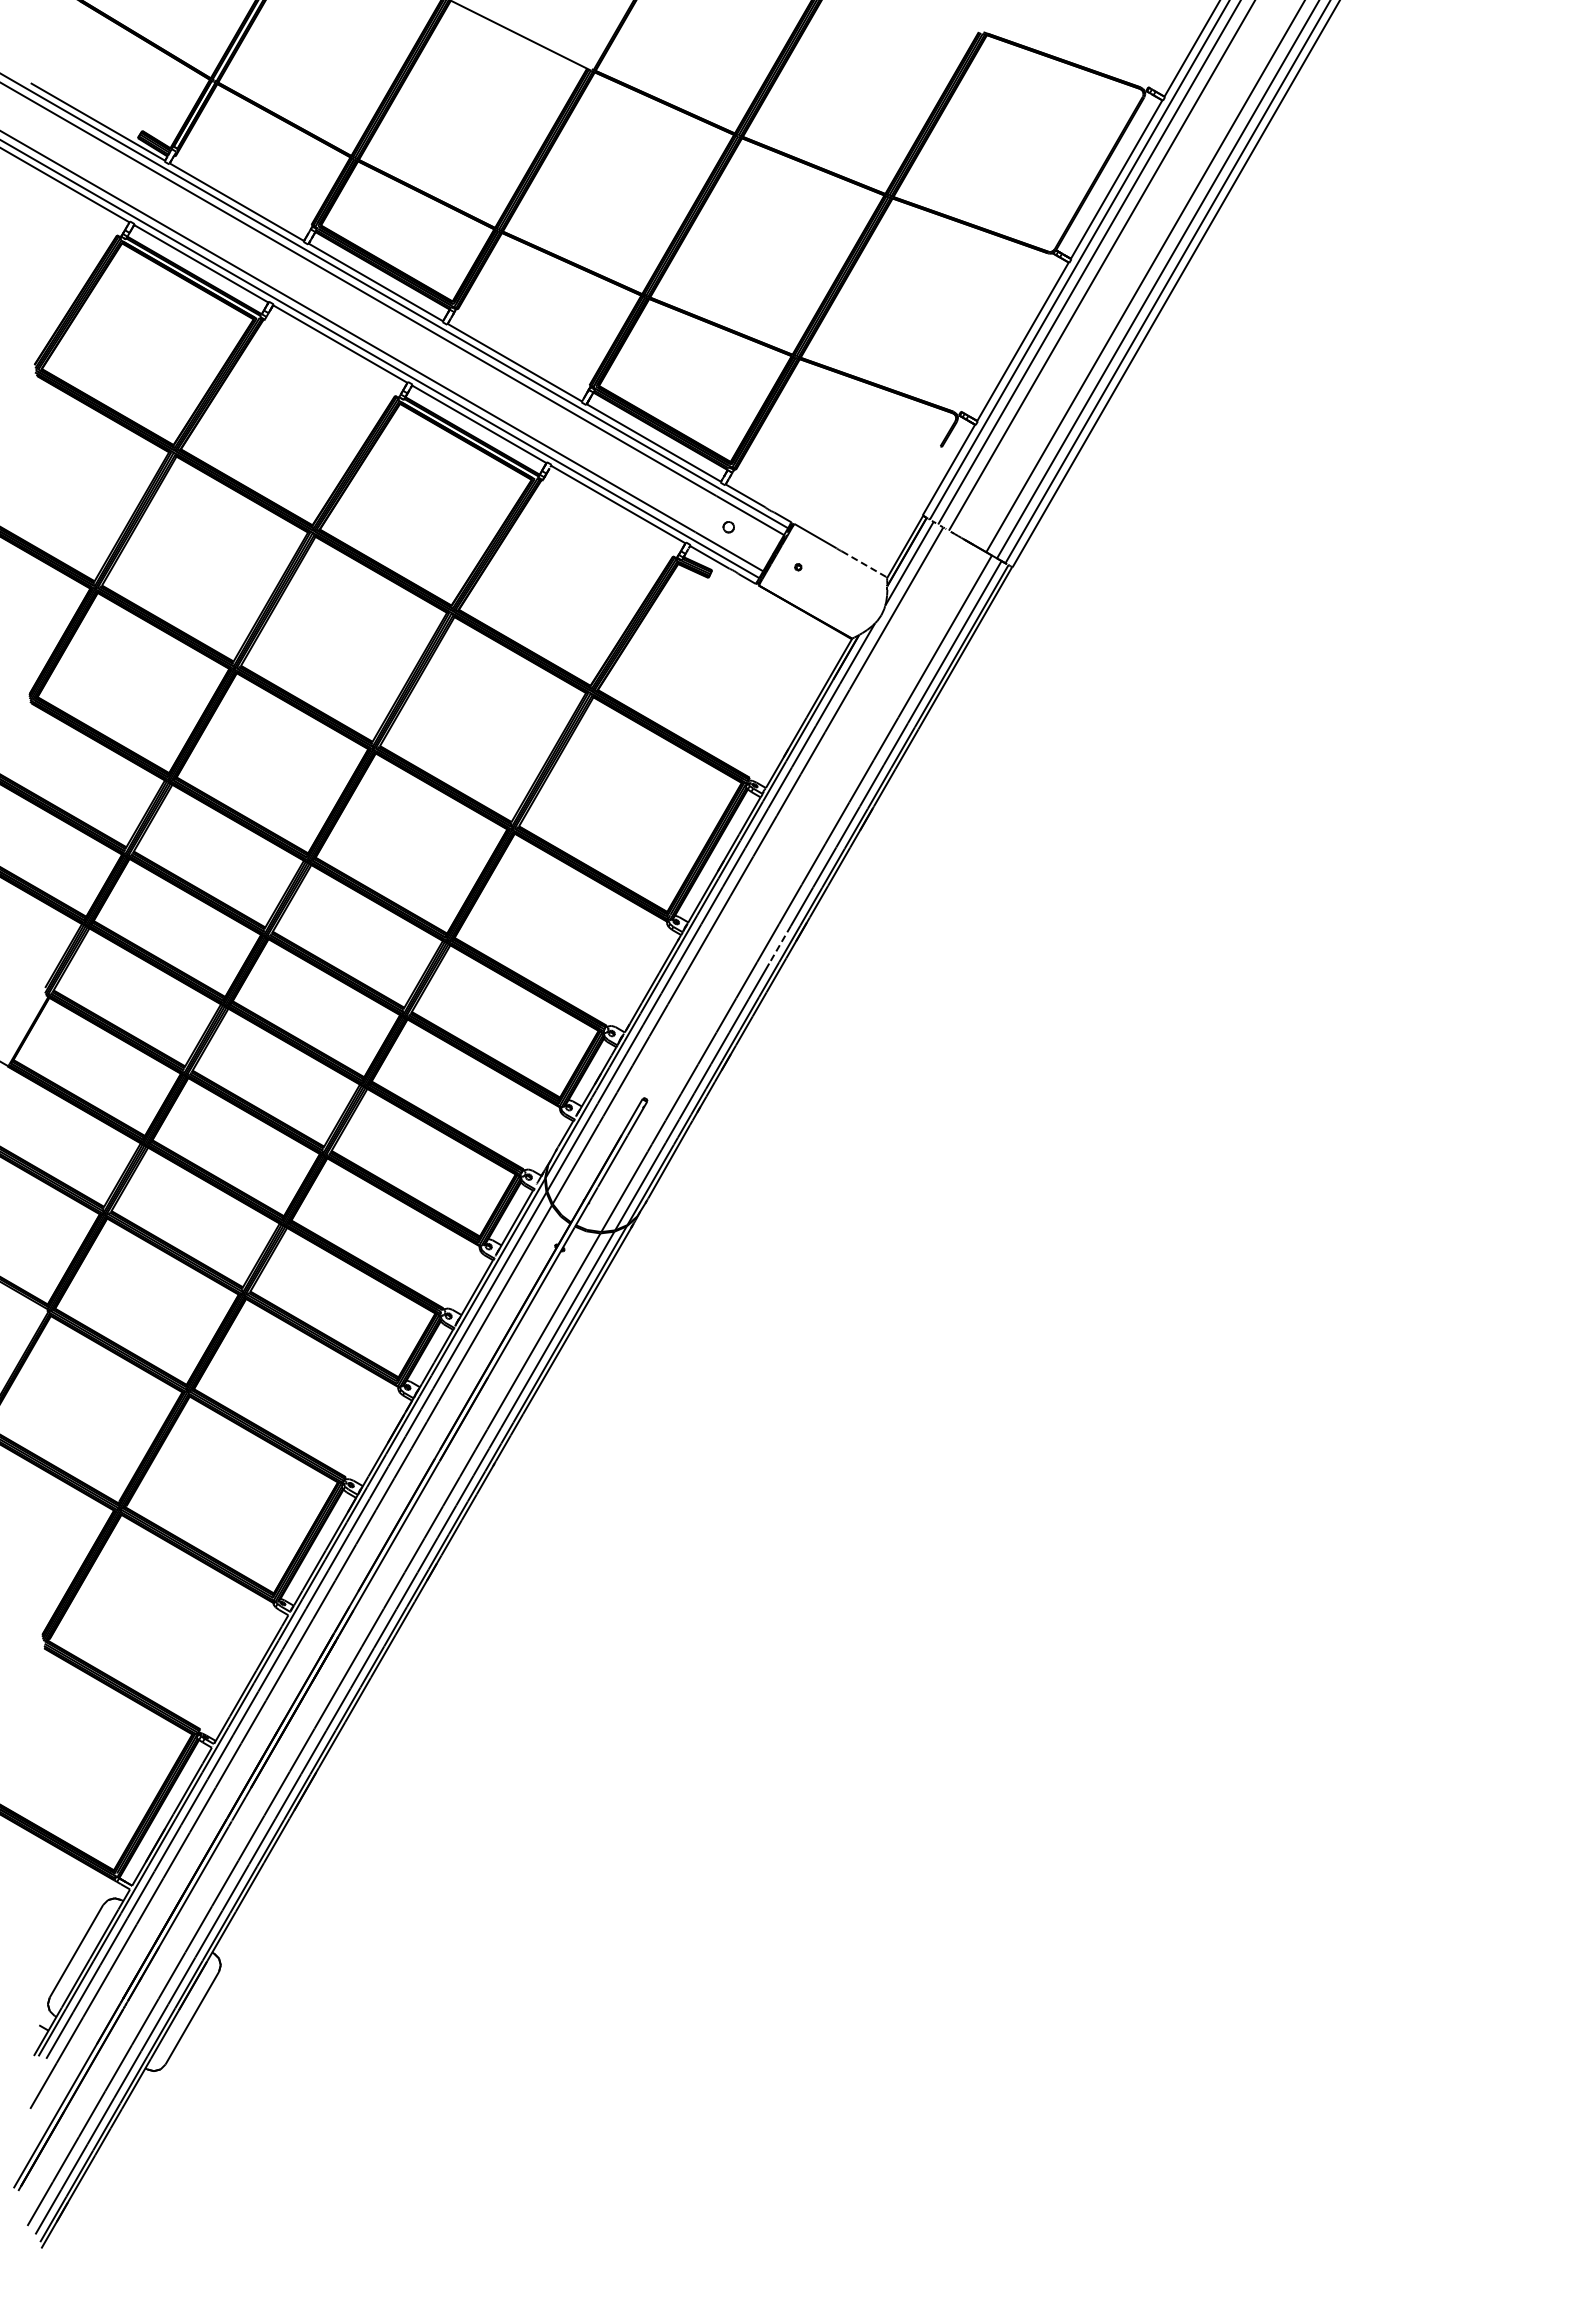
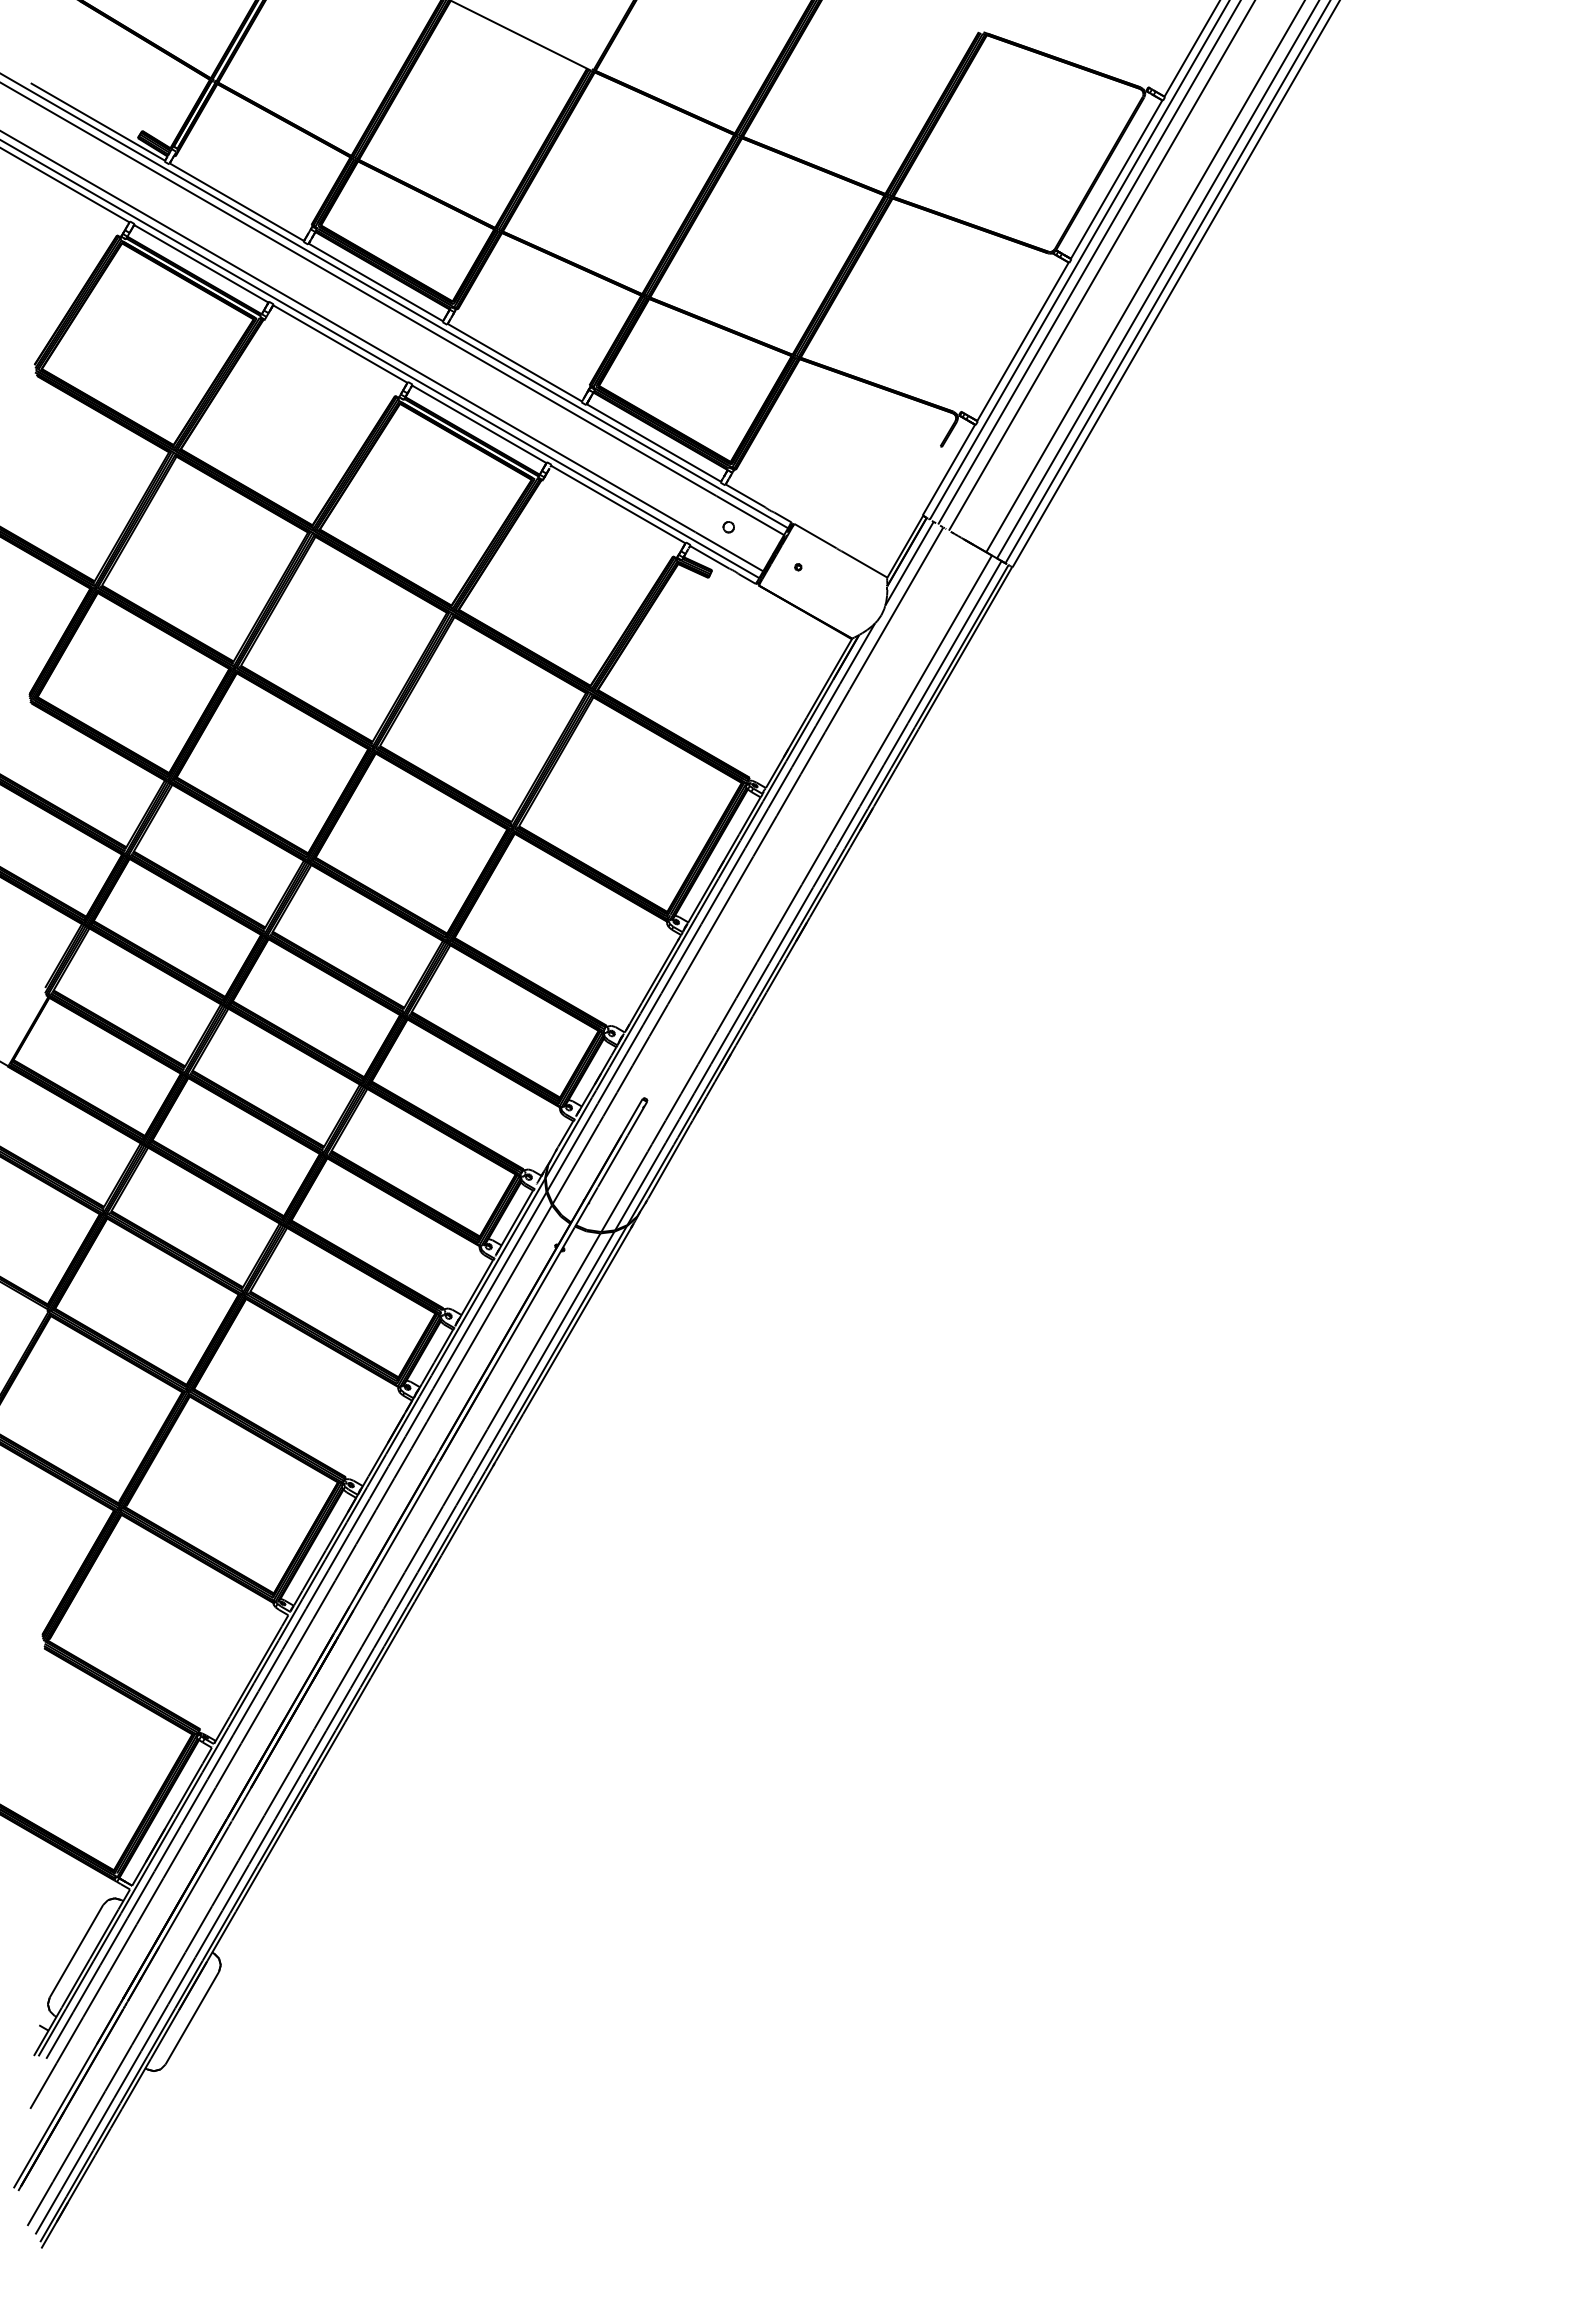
line at (864, 564): dashed -> solid
line at (780, 944): dashed -> solid
